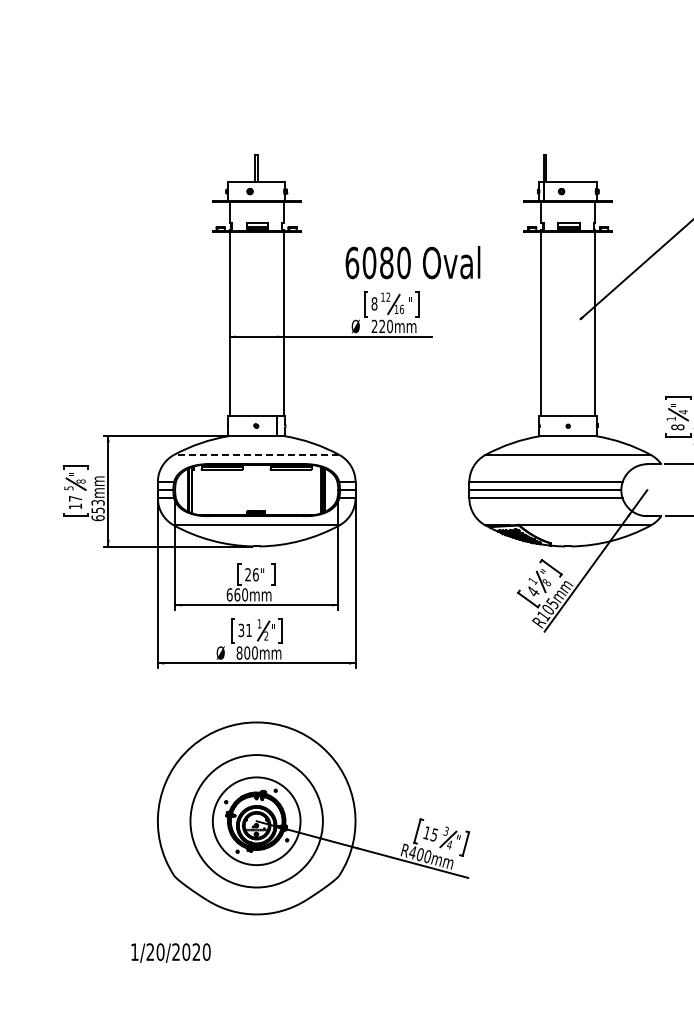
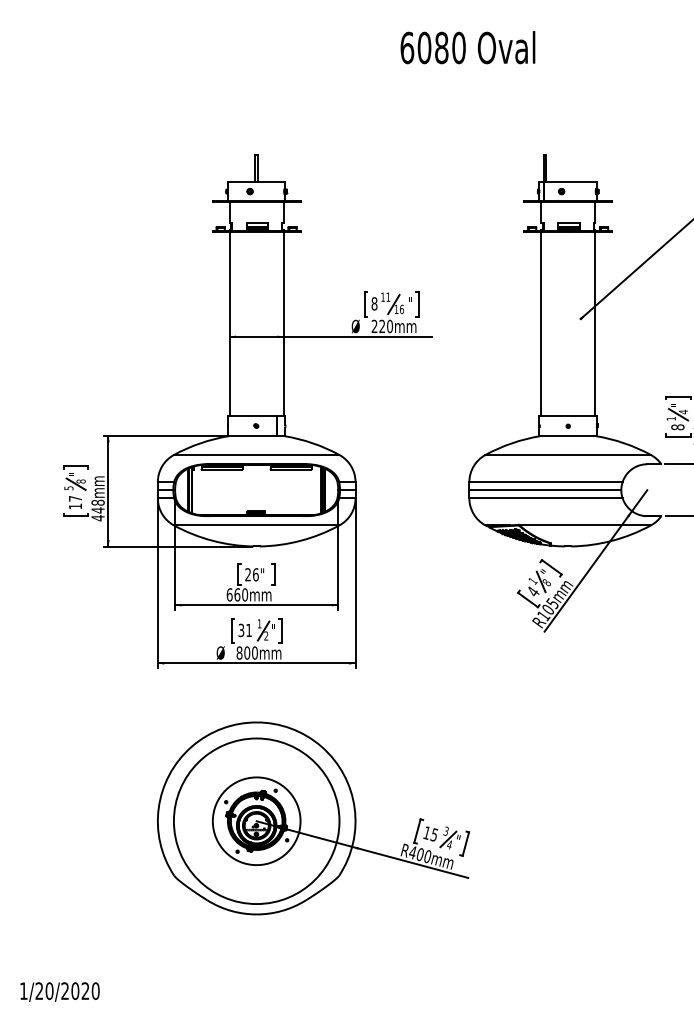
text at (412, 262) position: (412, 262) -> (467, 47)
text at (388, 296): 12 -> 11
line at (256, 455): dashed -> solid
text at (97, 510): 653mm -> 448mm
circle at (256, 821) diameter: 132 px -> 166 px
text at (170, 952) position: (170, 952) -> (59, 991)
